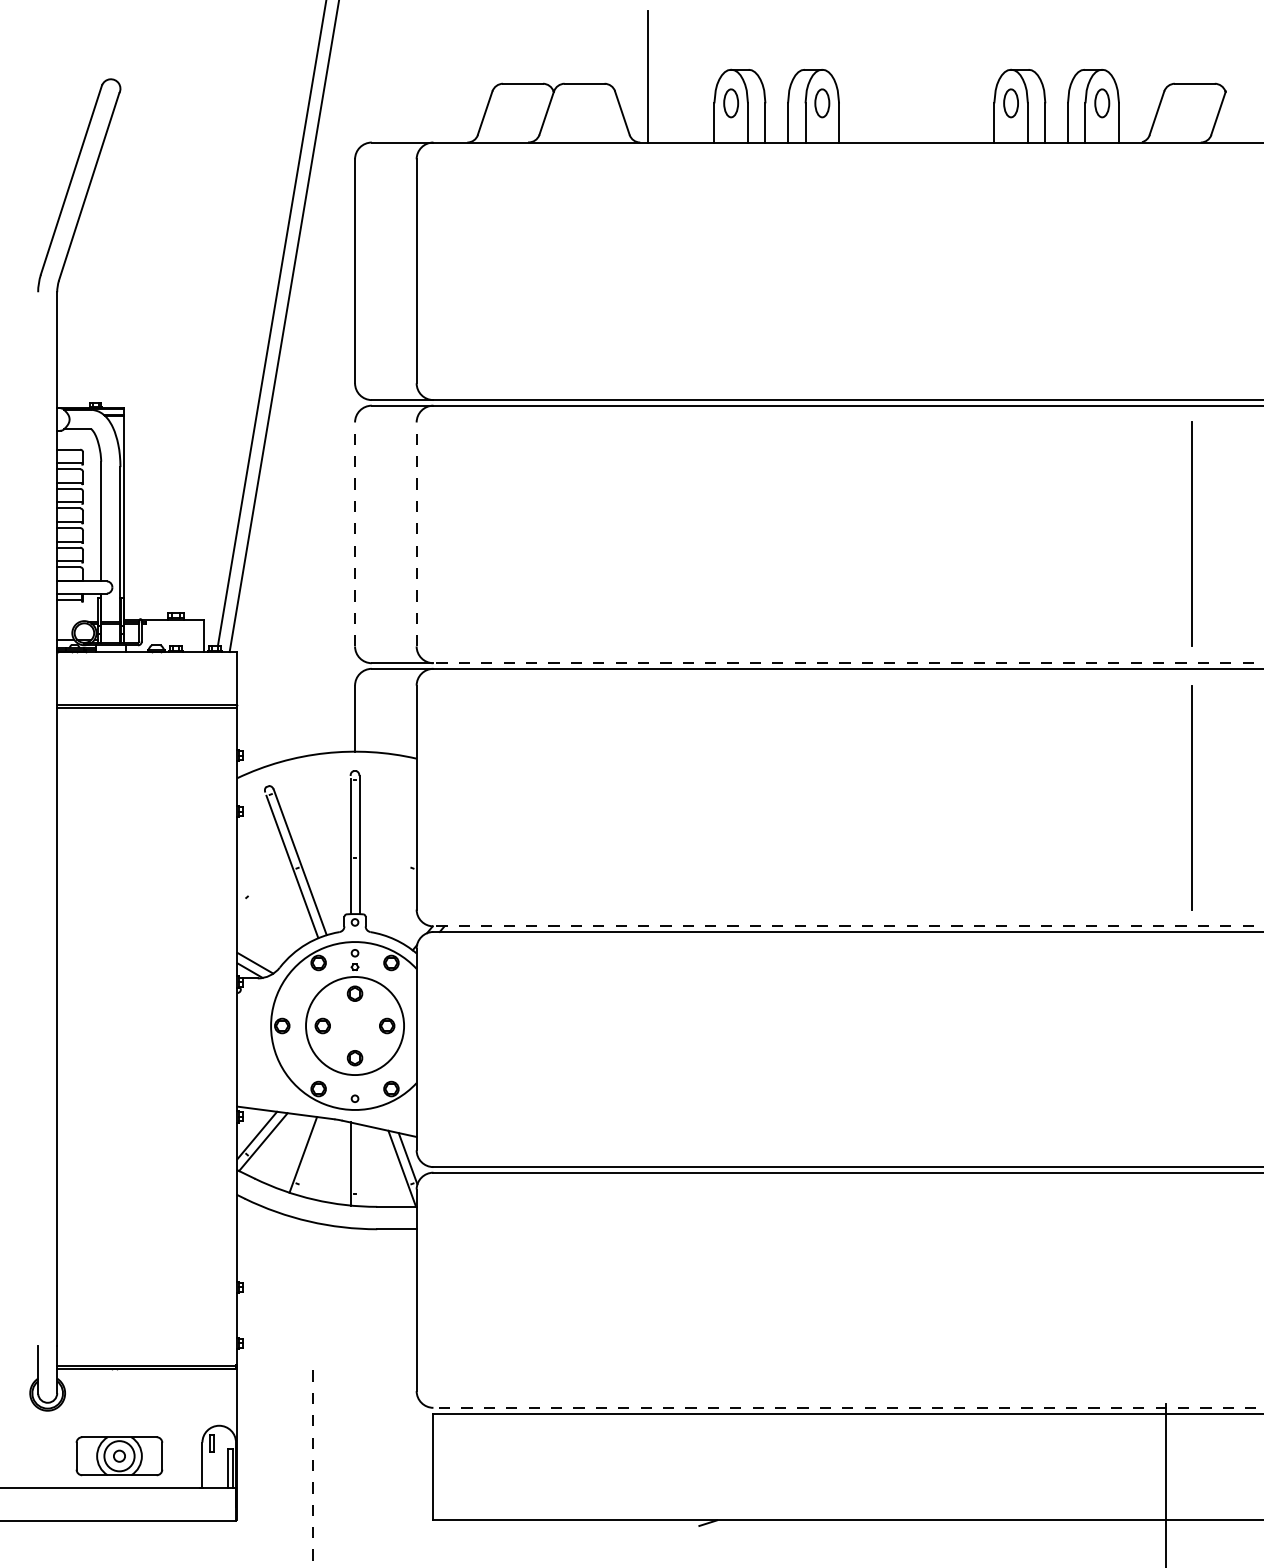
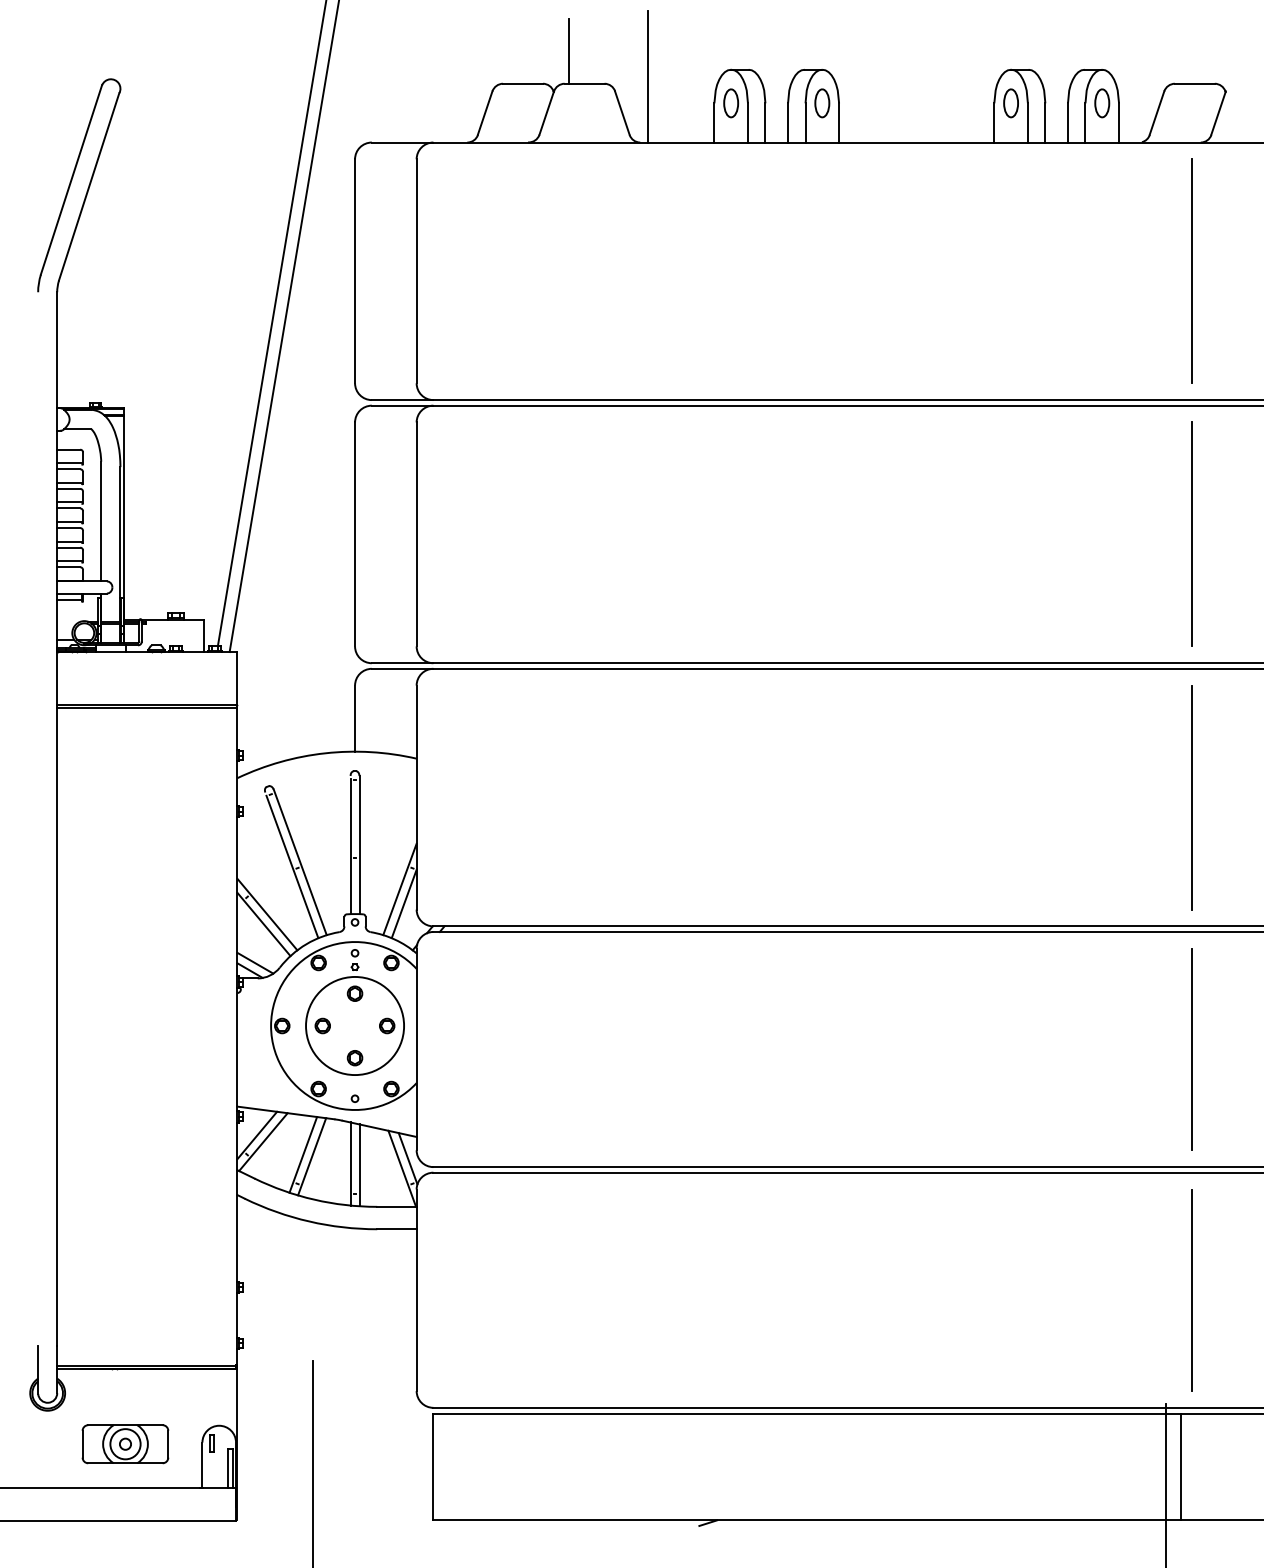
line at (569, 51): none -> present
line at (1191, 270): none -> present
line at (355, 534): dashed -> solid
line at (416, 534): dashed -> solid
line at (848, 663): dashed -> solid
line at (399, 889): none -> present
line at (403, 903): none -> present
line at (267, 914): none -> present
line at (263, 924): none -> present
line at (848, 926): dashed -> solid
line at (1191, 1049): none -> present
line at (312, 1156): none -> present
line at (359, 1165): none -> present
line at (1191, 1290): none -> present
line at (848, 1407): dashed -> solid
part at (119, 1456) position: (119, 1456) -> (125, 1444)
line at (313, 1464): dashed -> solid
line at (1180, 1467): none -> present
